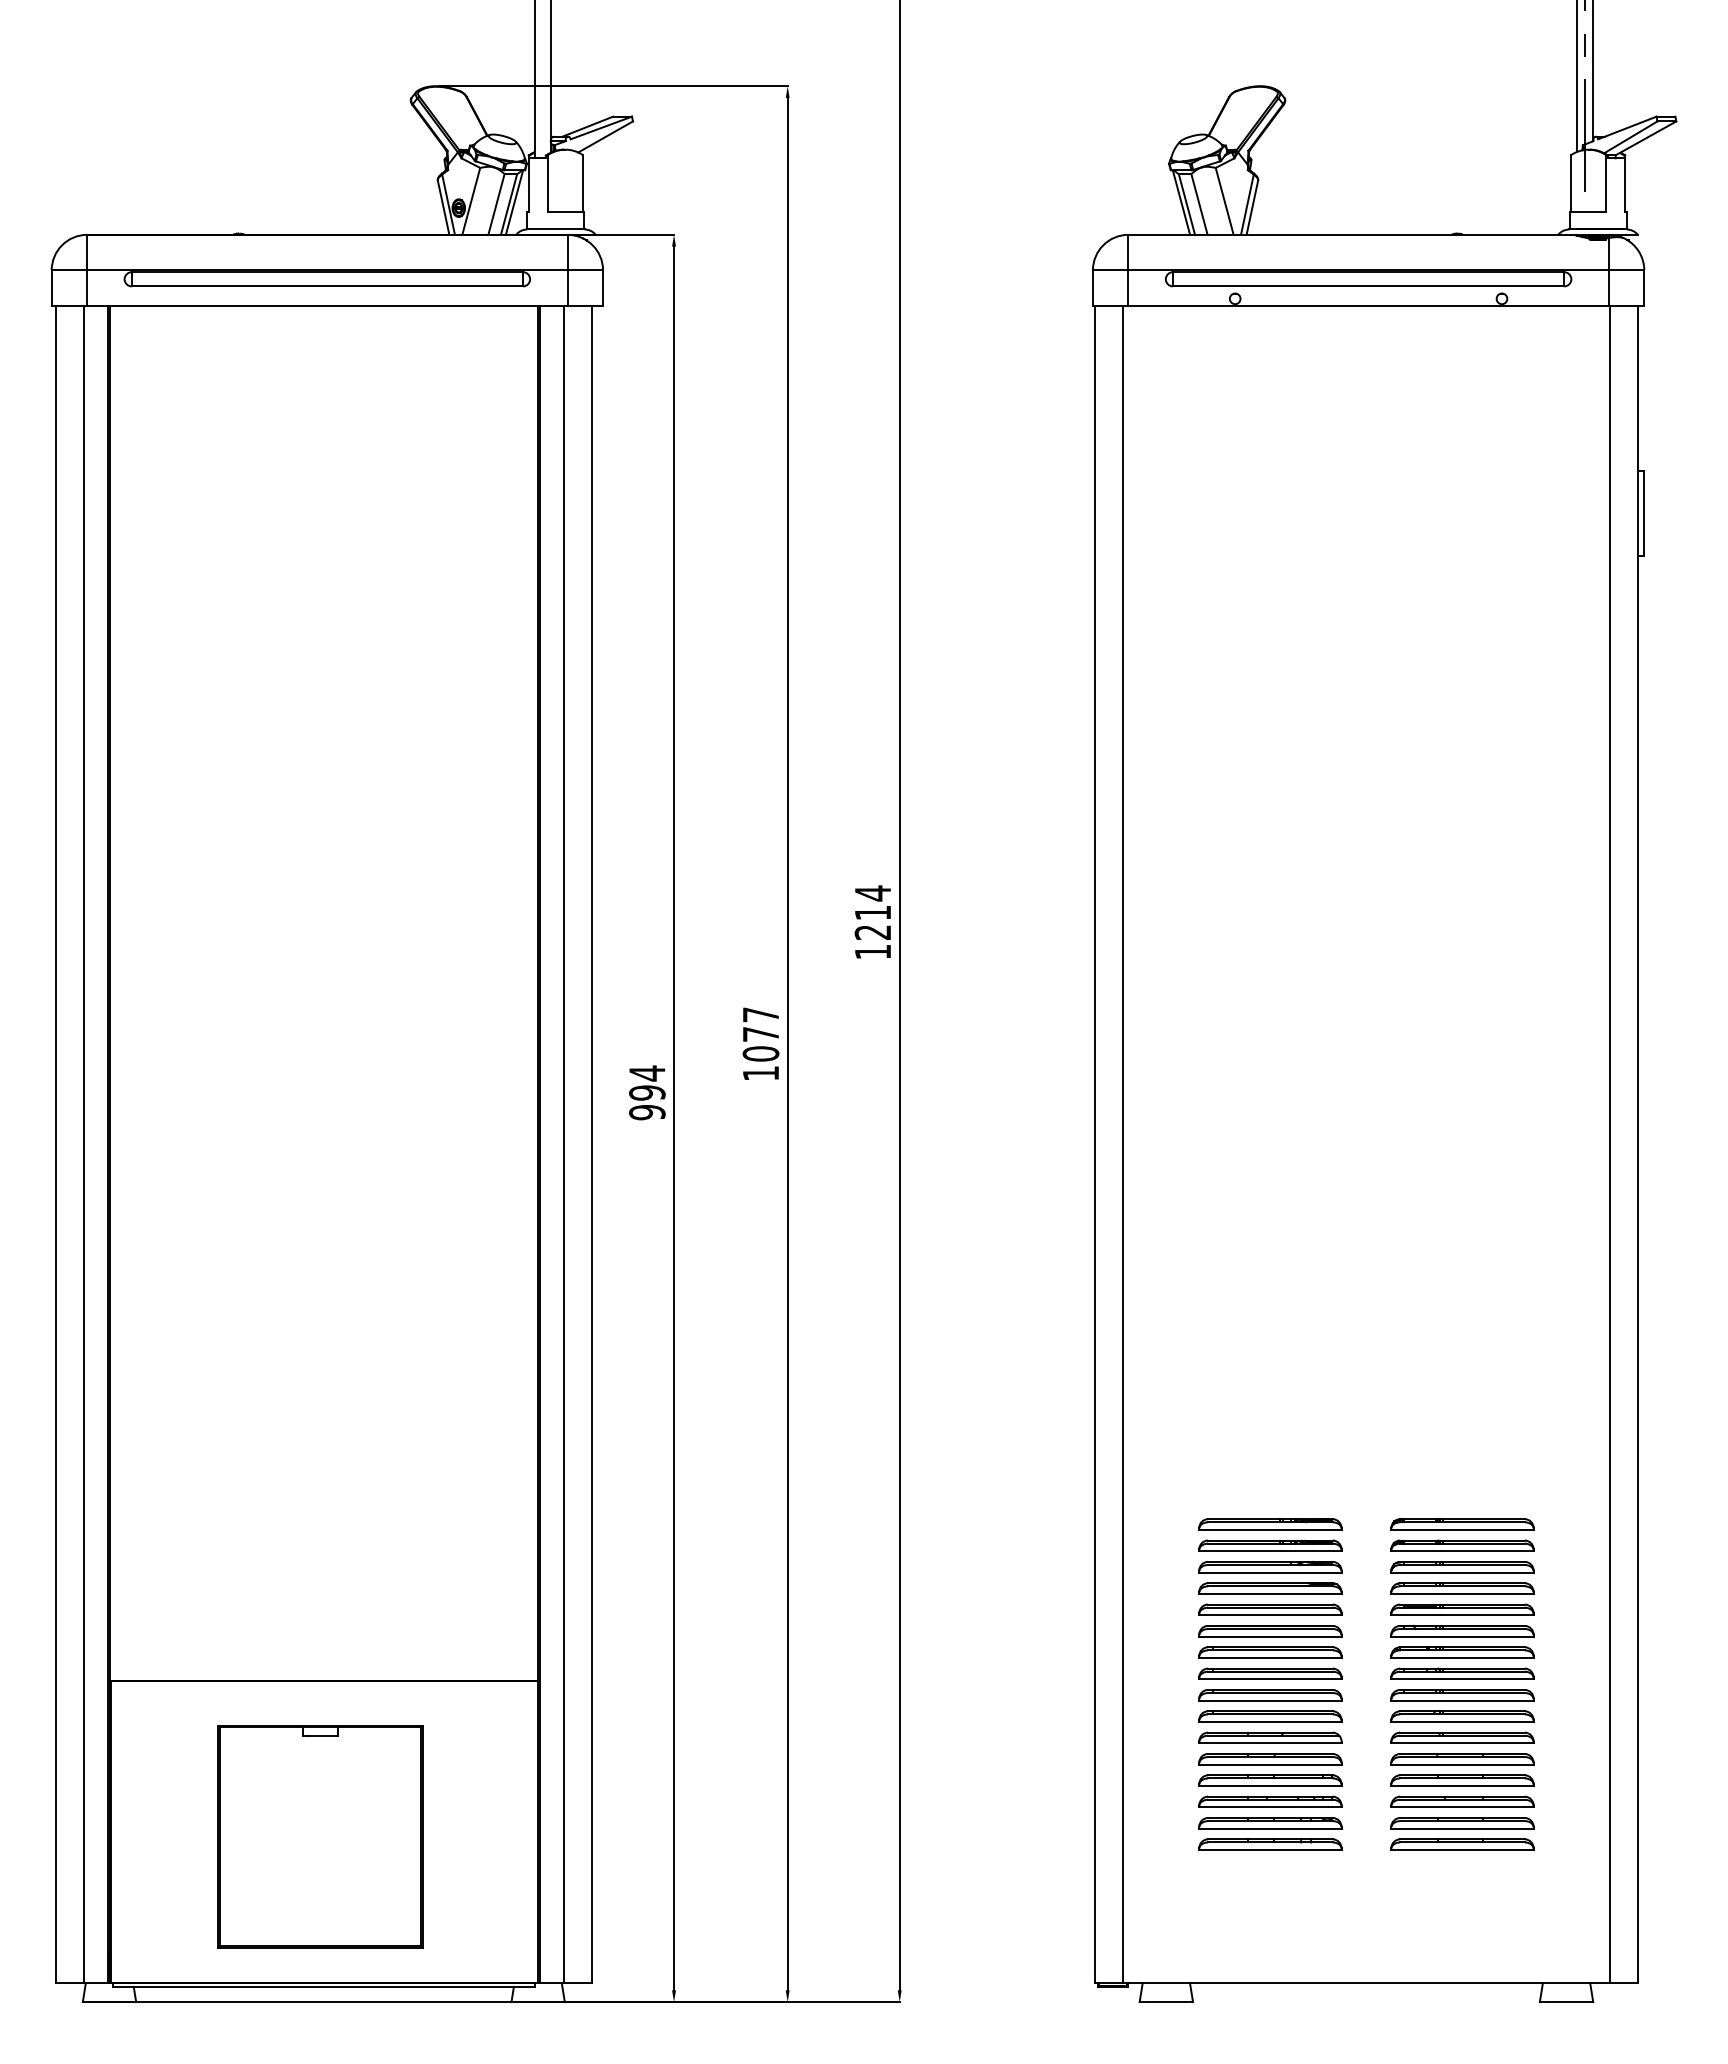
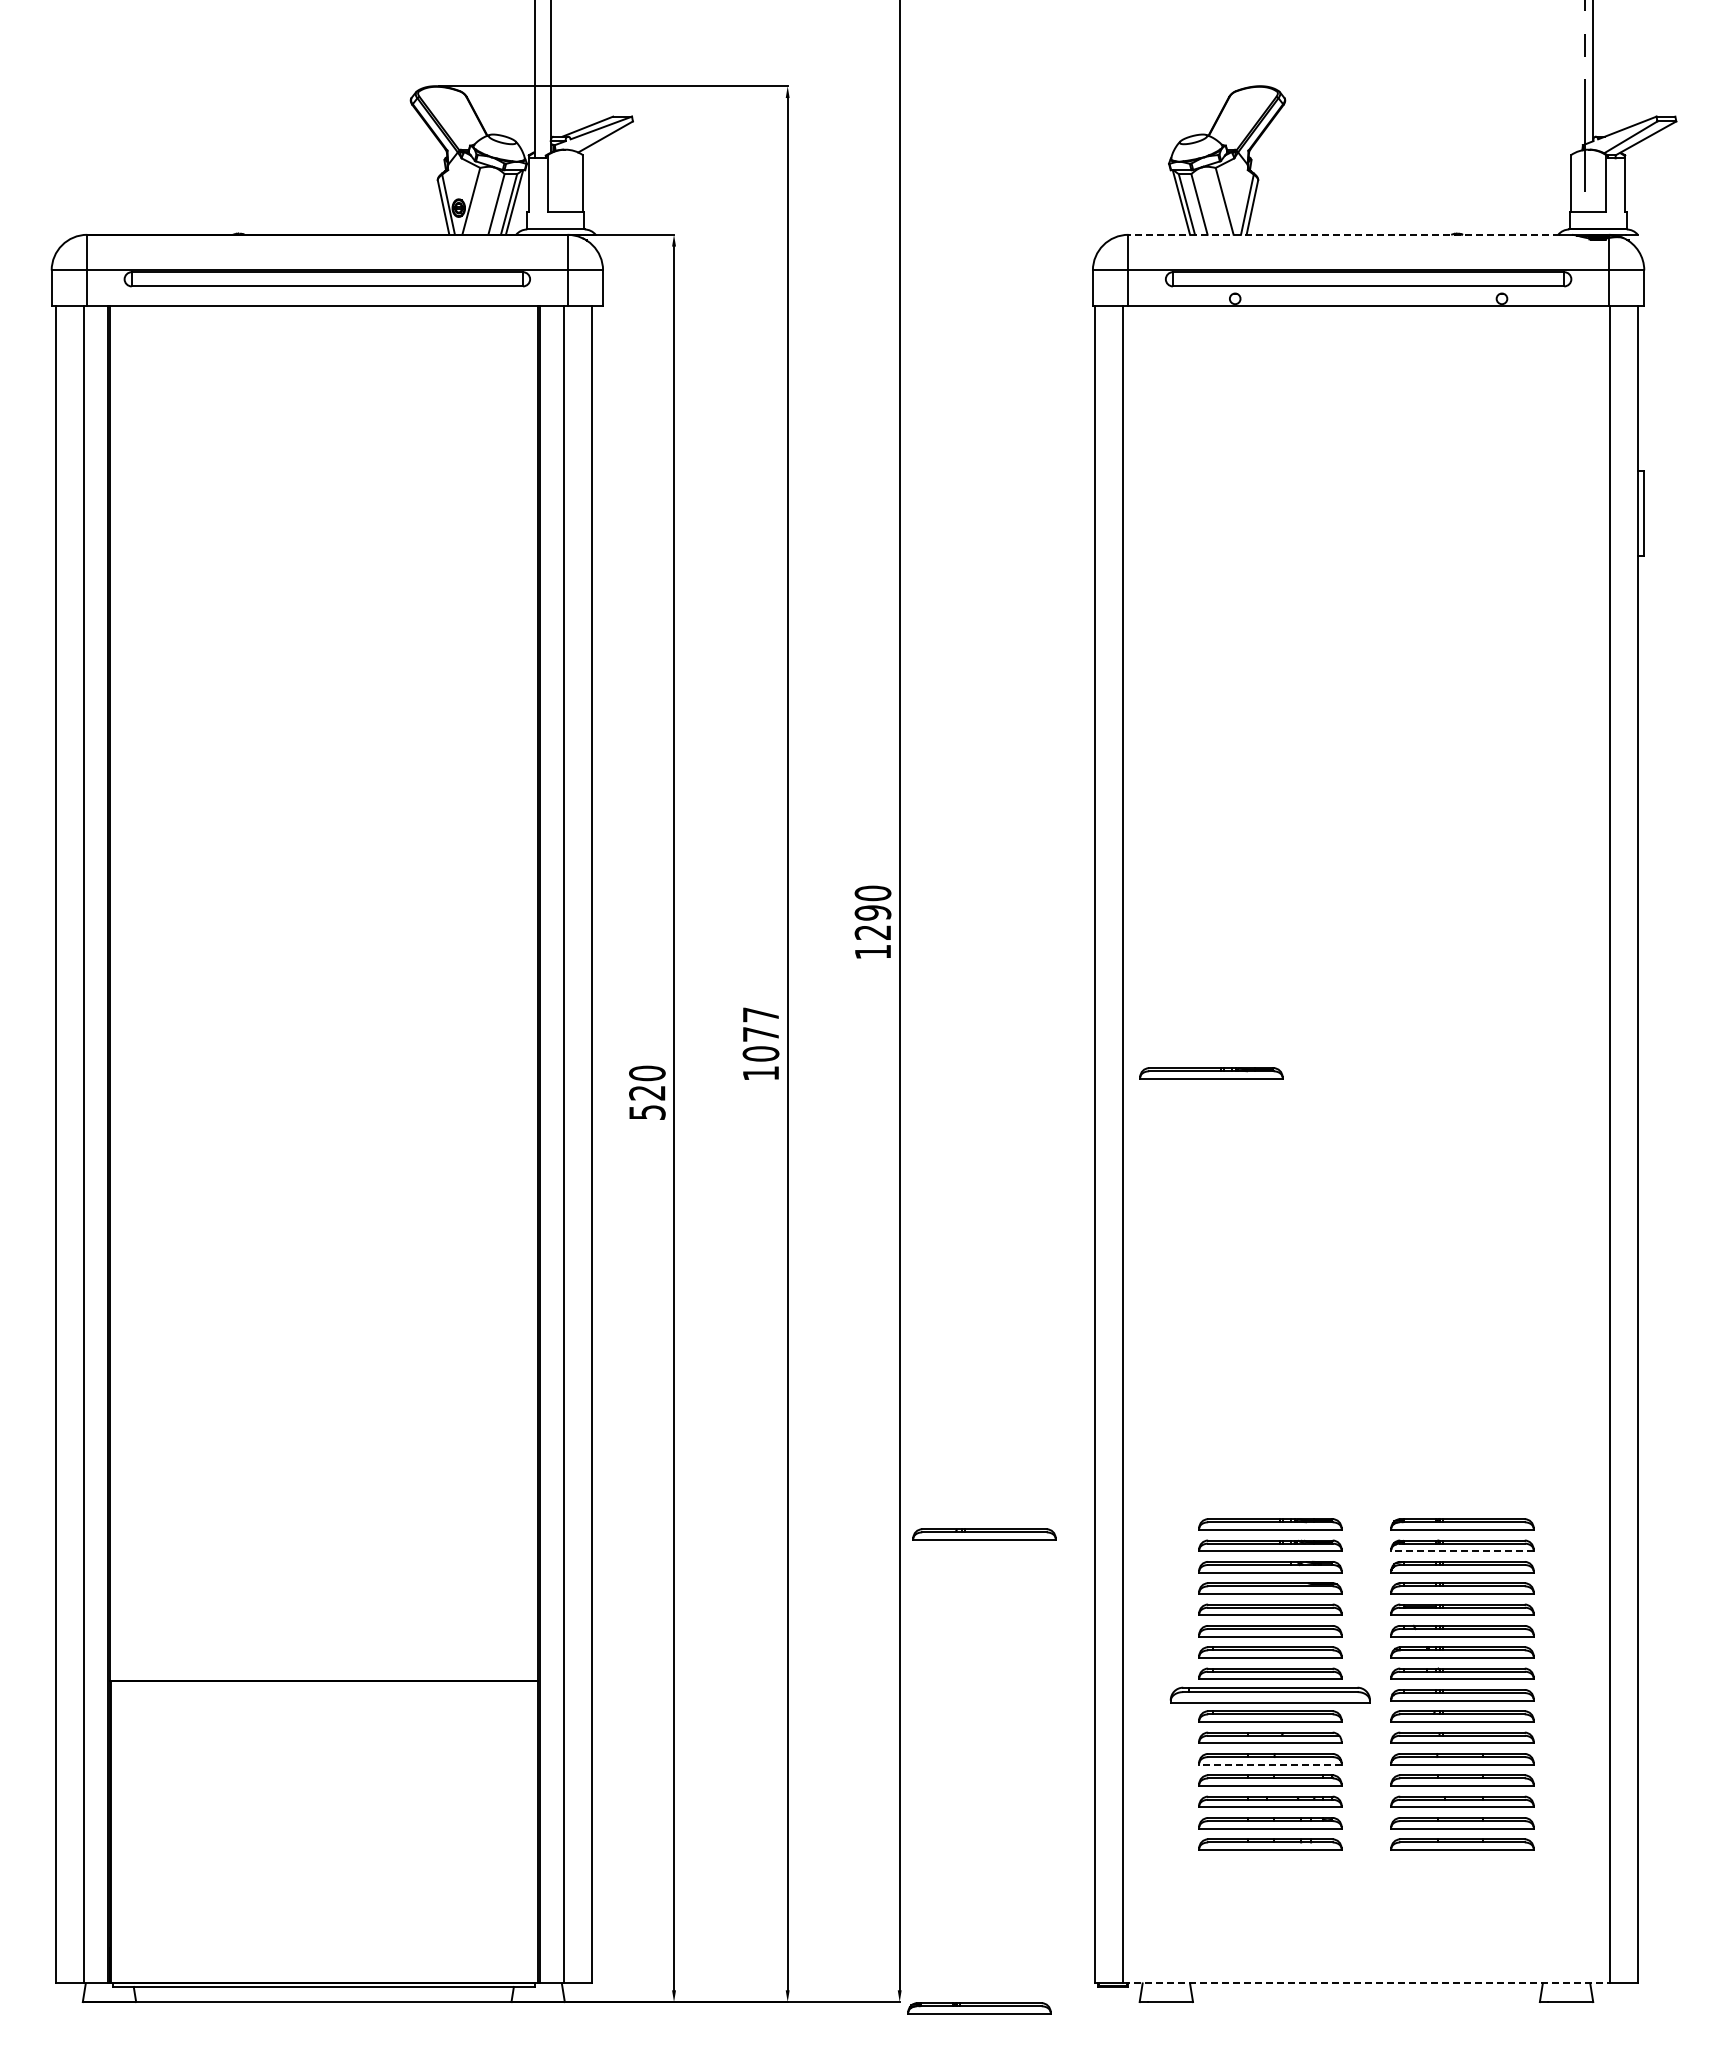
line at (1576, 77): present -> none
line at (1344, 234): solid -> dashed
text at (872, 902): 1214 -> 1290
part at (1211, 1073): none -> present
text at (647, 1092): 994 -> 520
part at (984, 1534): none -> present
line at (1462, 1551): solid -> dashed
part at (1270, 1695) size: 145x13 px -> 202x18 px
line at (1269, 1764): solid -> dashed
part at (320, 1836): present -> none
line at (1366, 1983): solid -> dashed
part at (979, 2008): none -> present
